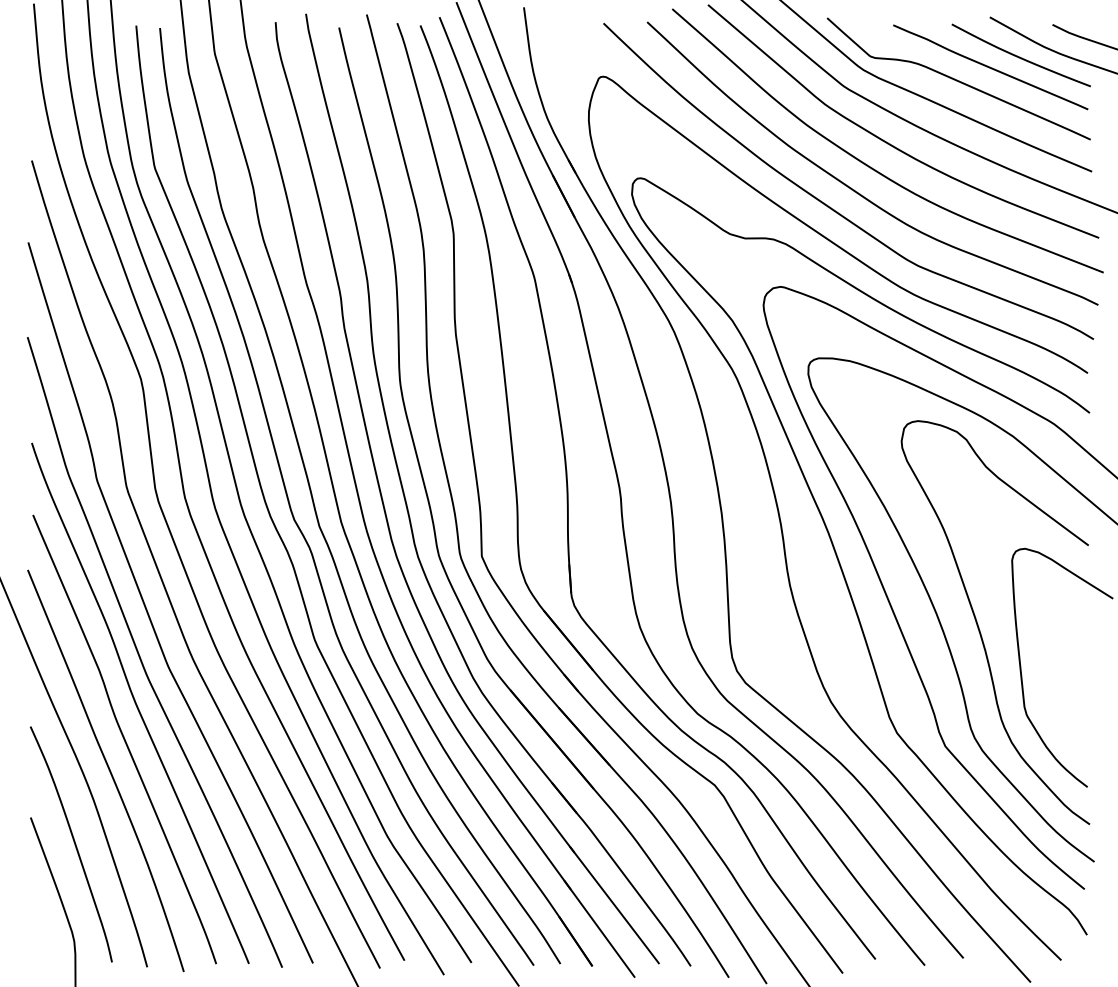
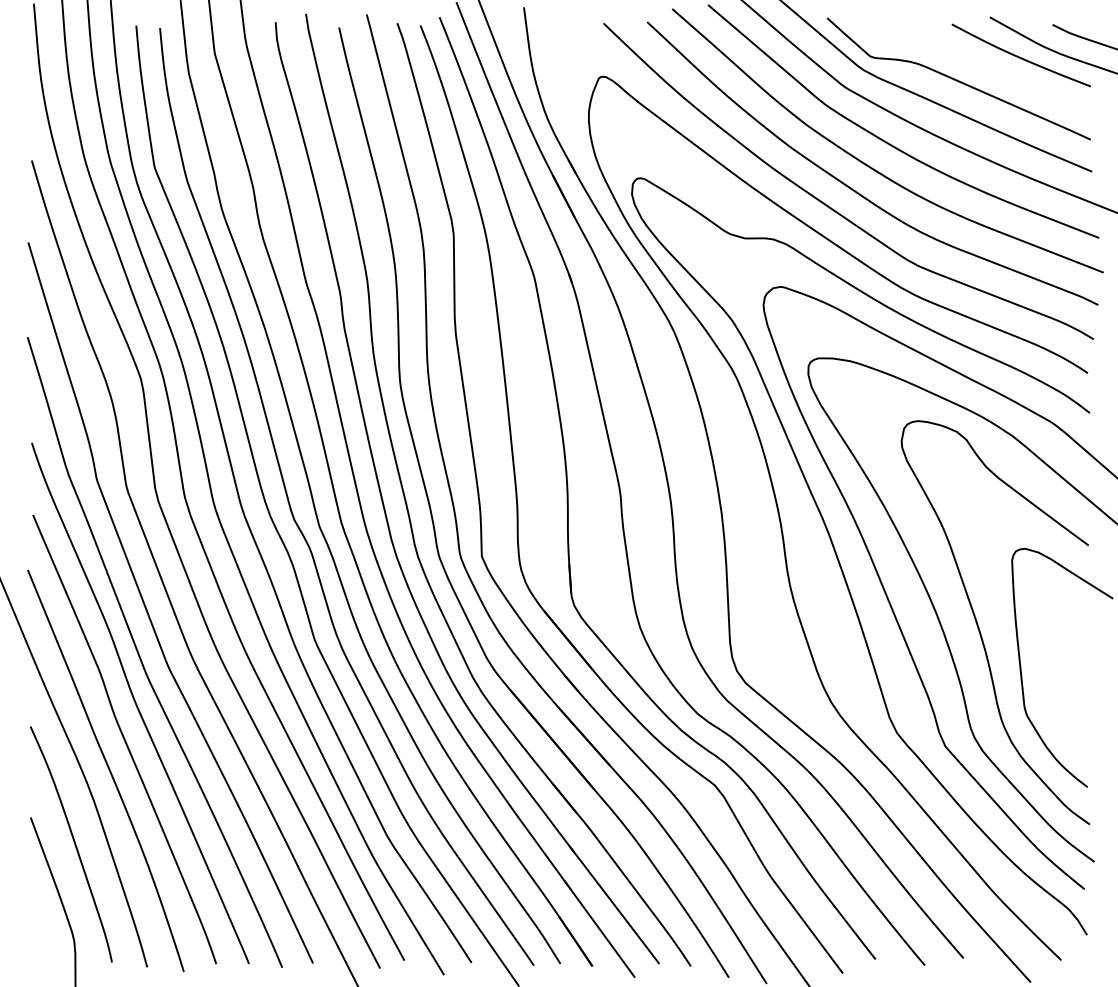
curve at (990, 67): present -> none
